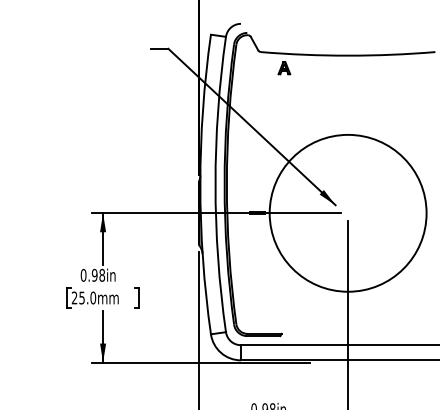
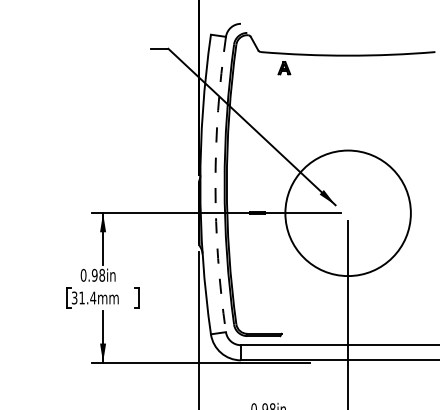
arc at (215, 184): solid -> dashed
circle at (347, 212) diameter: 157 px -> 126 px
text at (83, 297): 25.0mm -> 31.4mm
